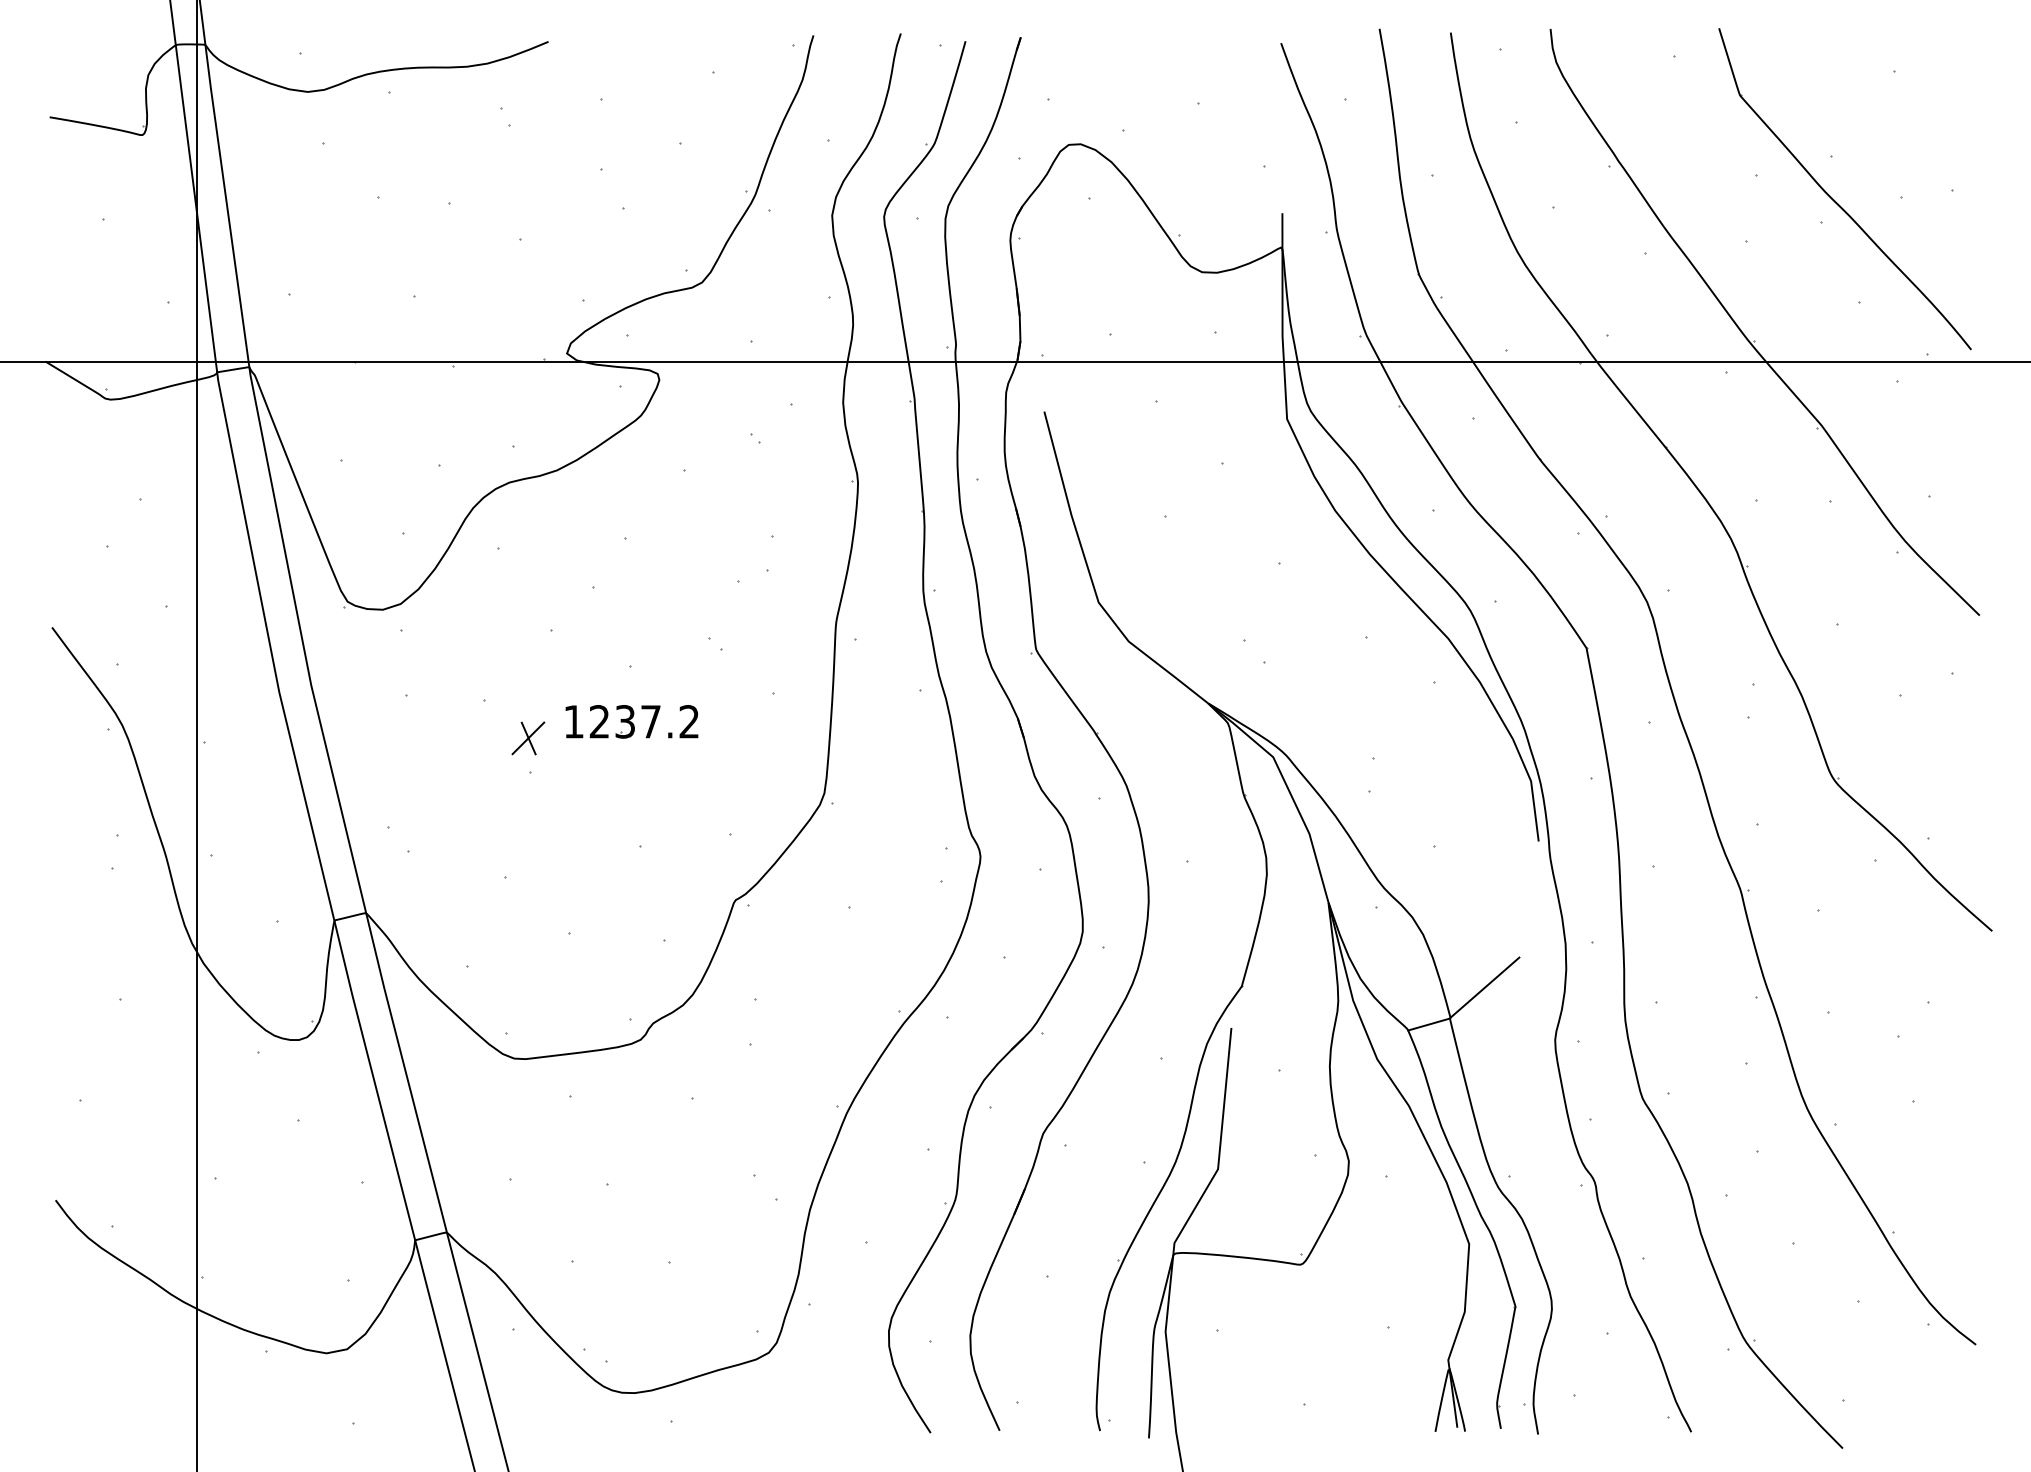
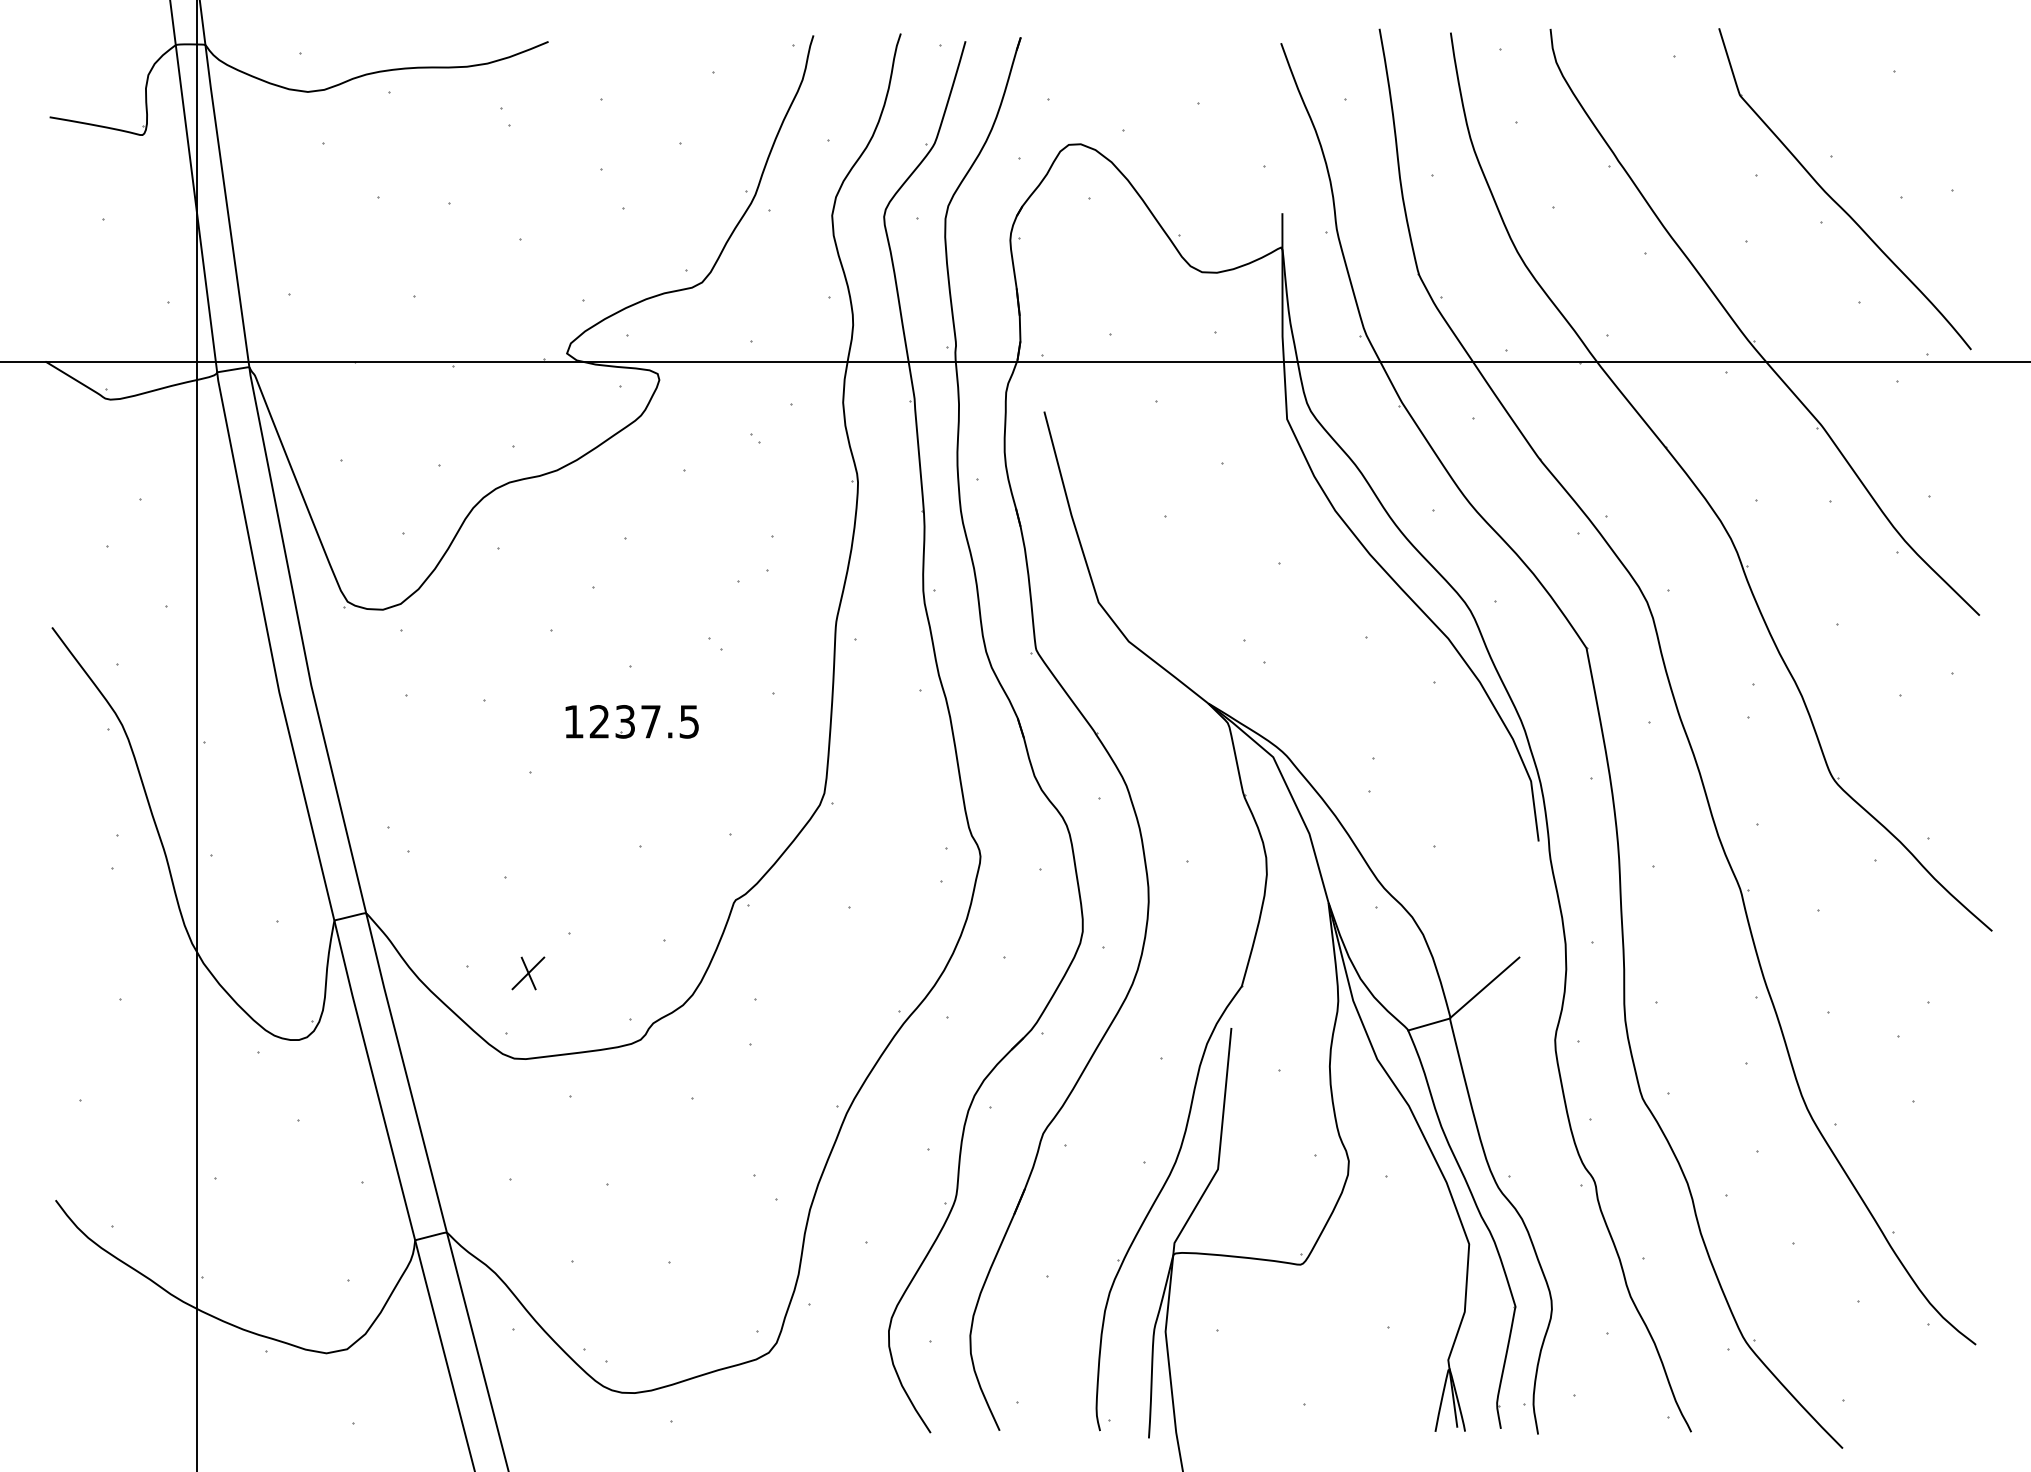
text at (688, 721): 1237.2 -> 1237.5
part at (528, 738) position: (528, 738) -> (528, 973)
